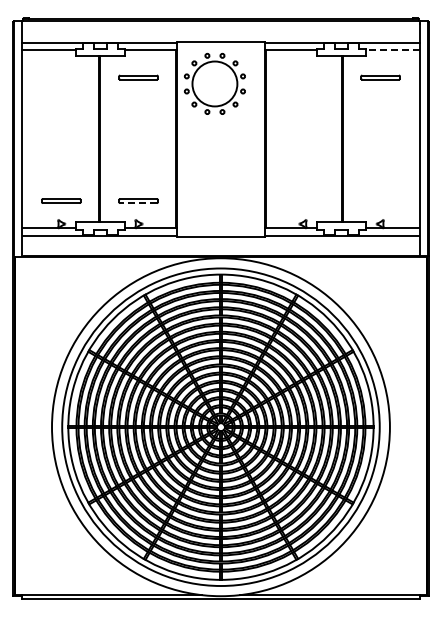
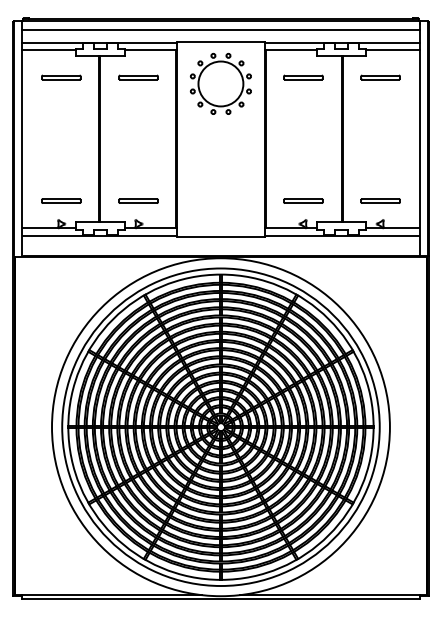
line at (220, 29): none -> present
line at (392, 49): dashed -> solid
part at (61, 77): none -> present
part at (303, 77): none -> present
part at (214, 83) position: (214, 83) -> (220, 83)
part at (303, 200): none -> present
part at (380, 200): none -> present
line at (138, 203): dashed -> solid
